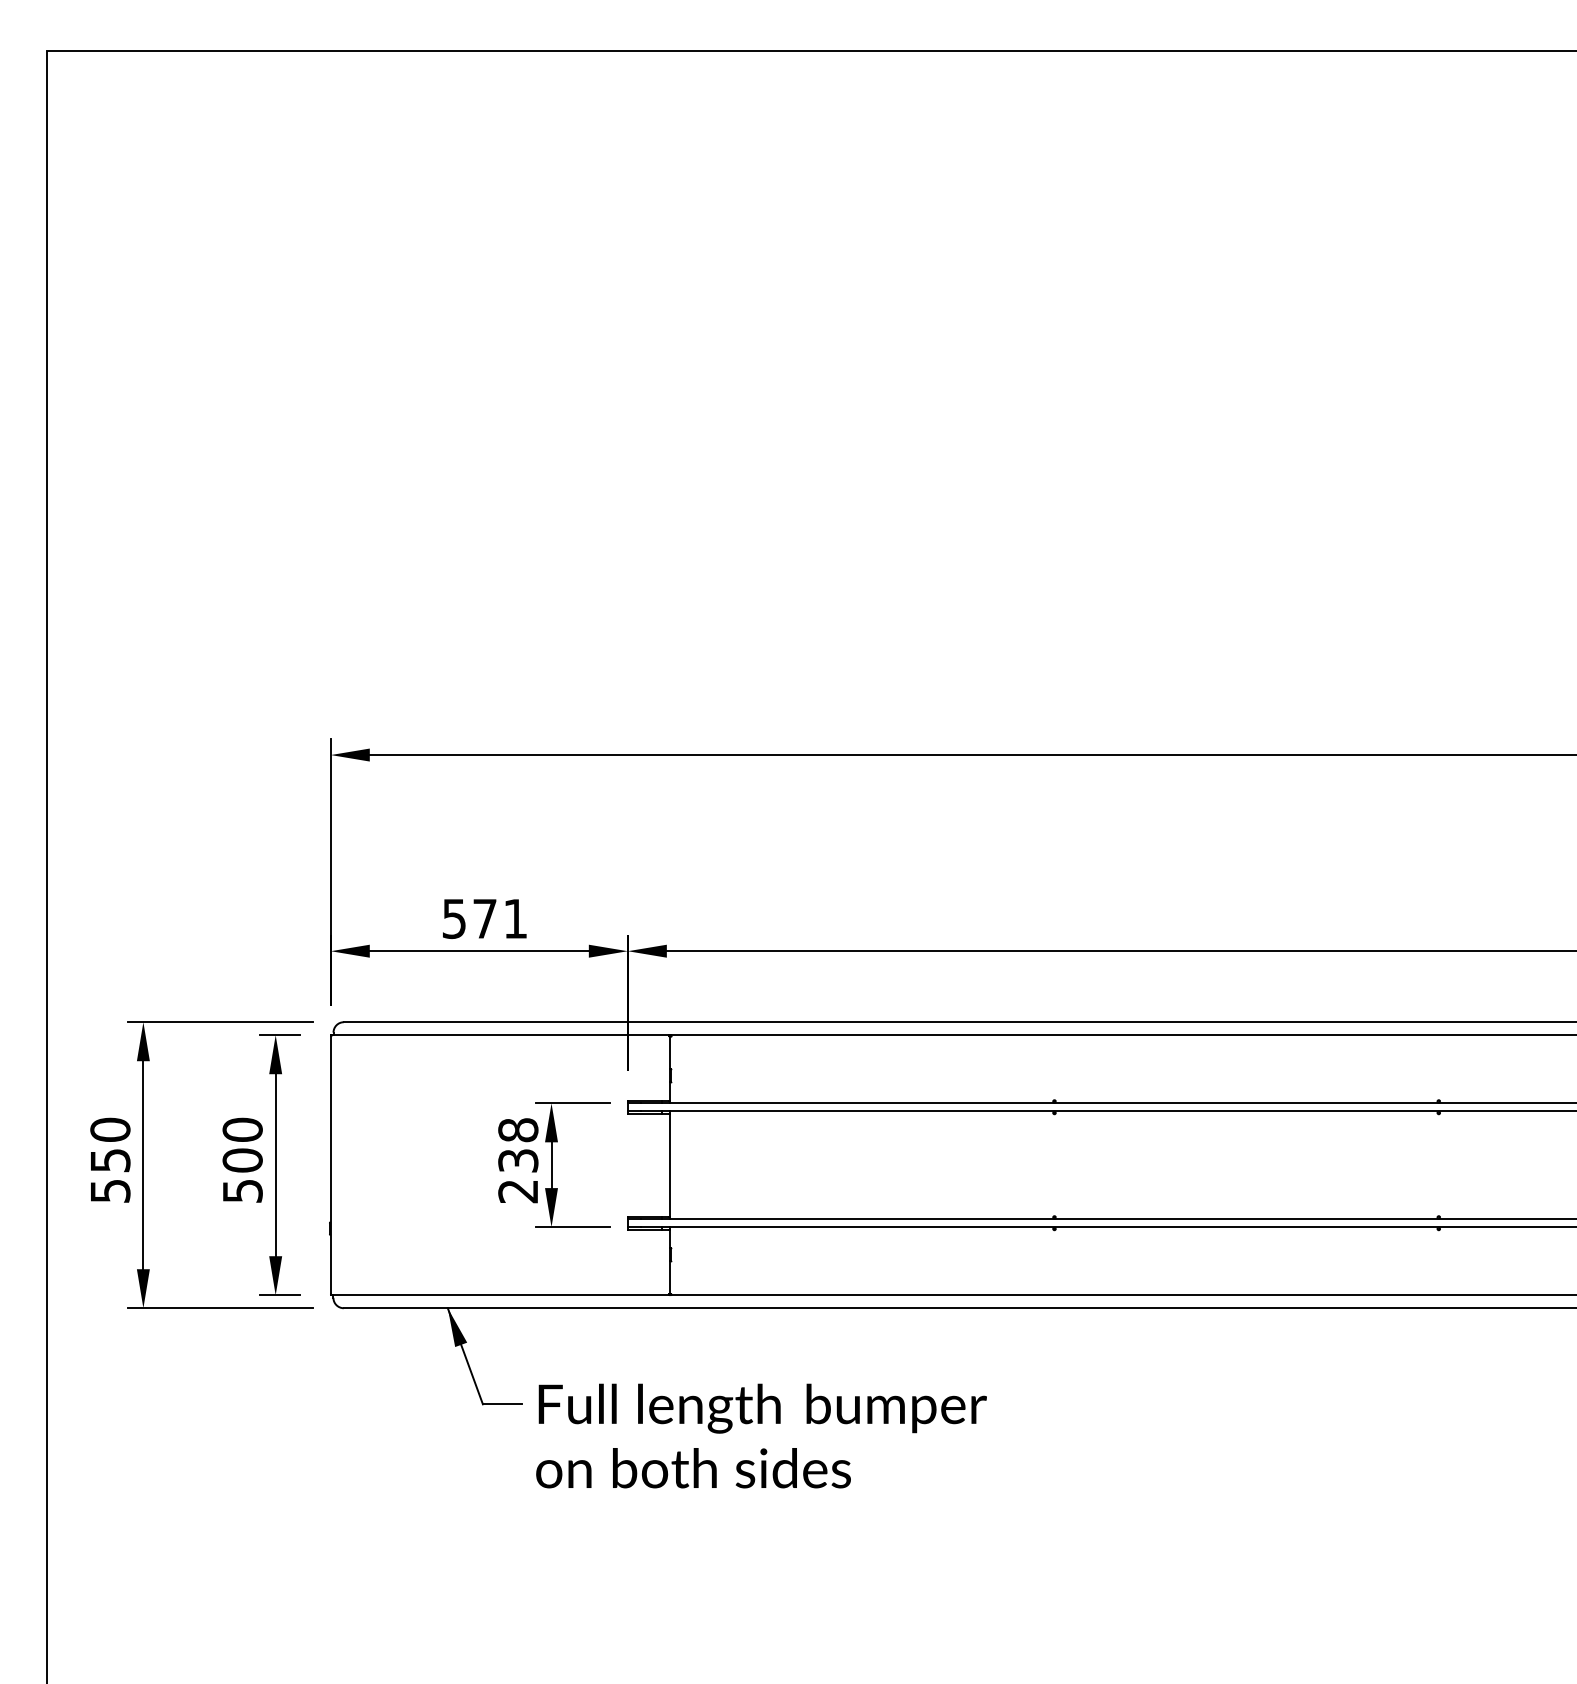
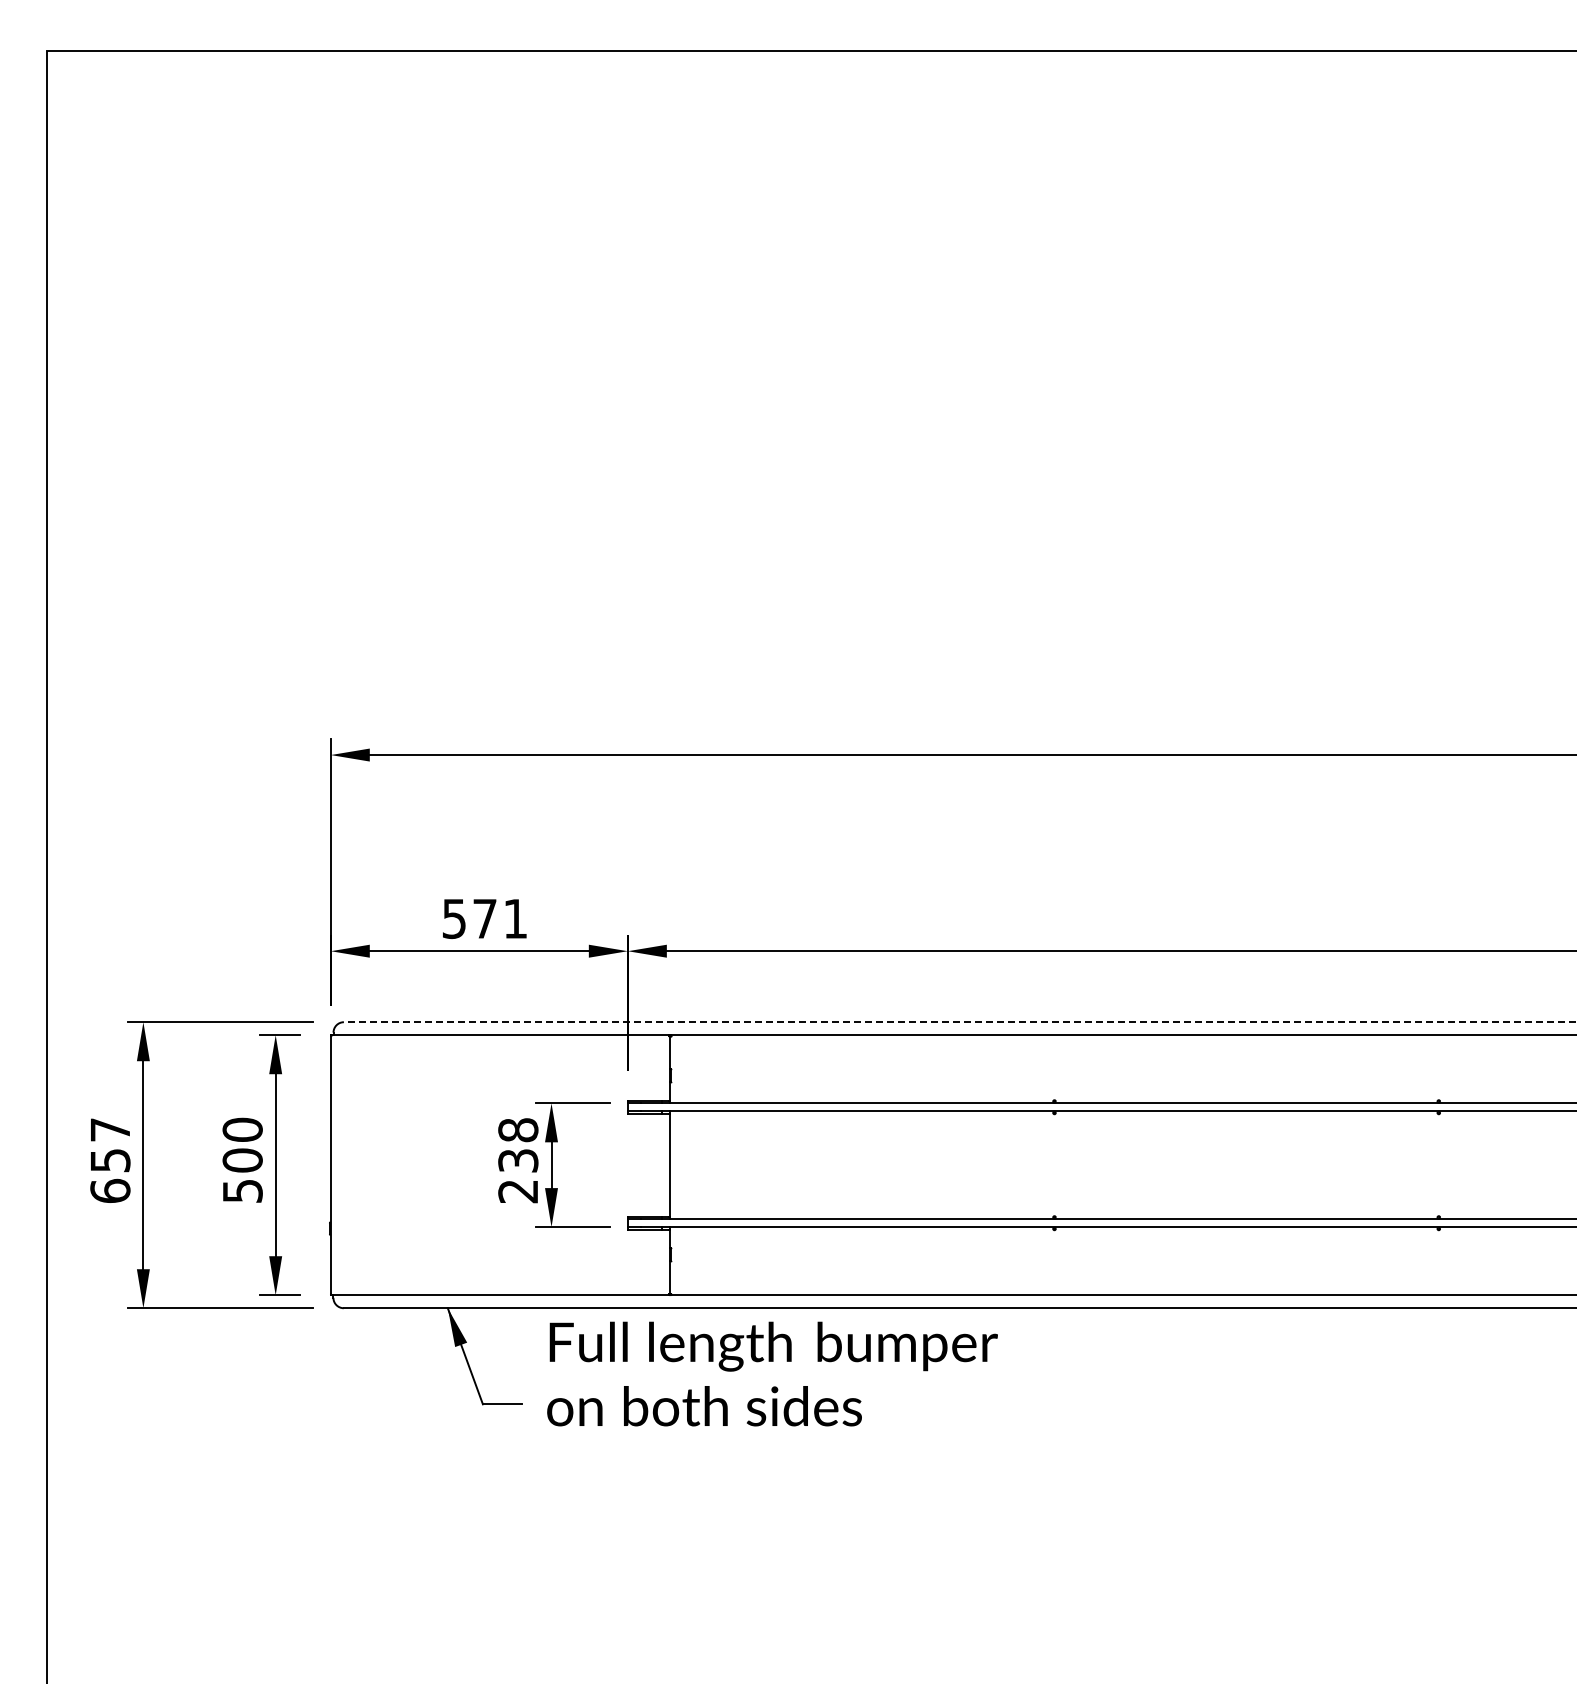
line at (959, 1022): solid -> dashed
text at (110, 1159): 550 -> 657
text at (761, 1435) position: (761, 1435) -> (772, 1373)
